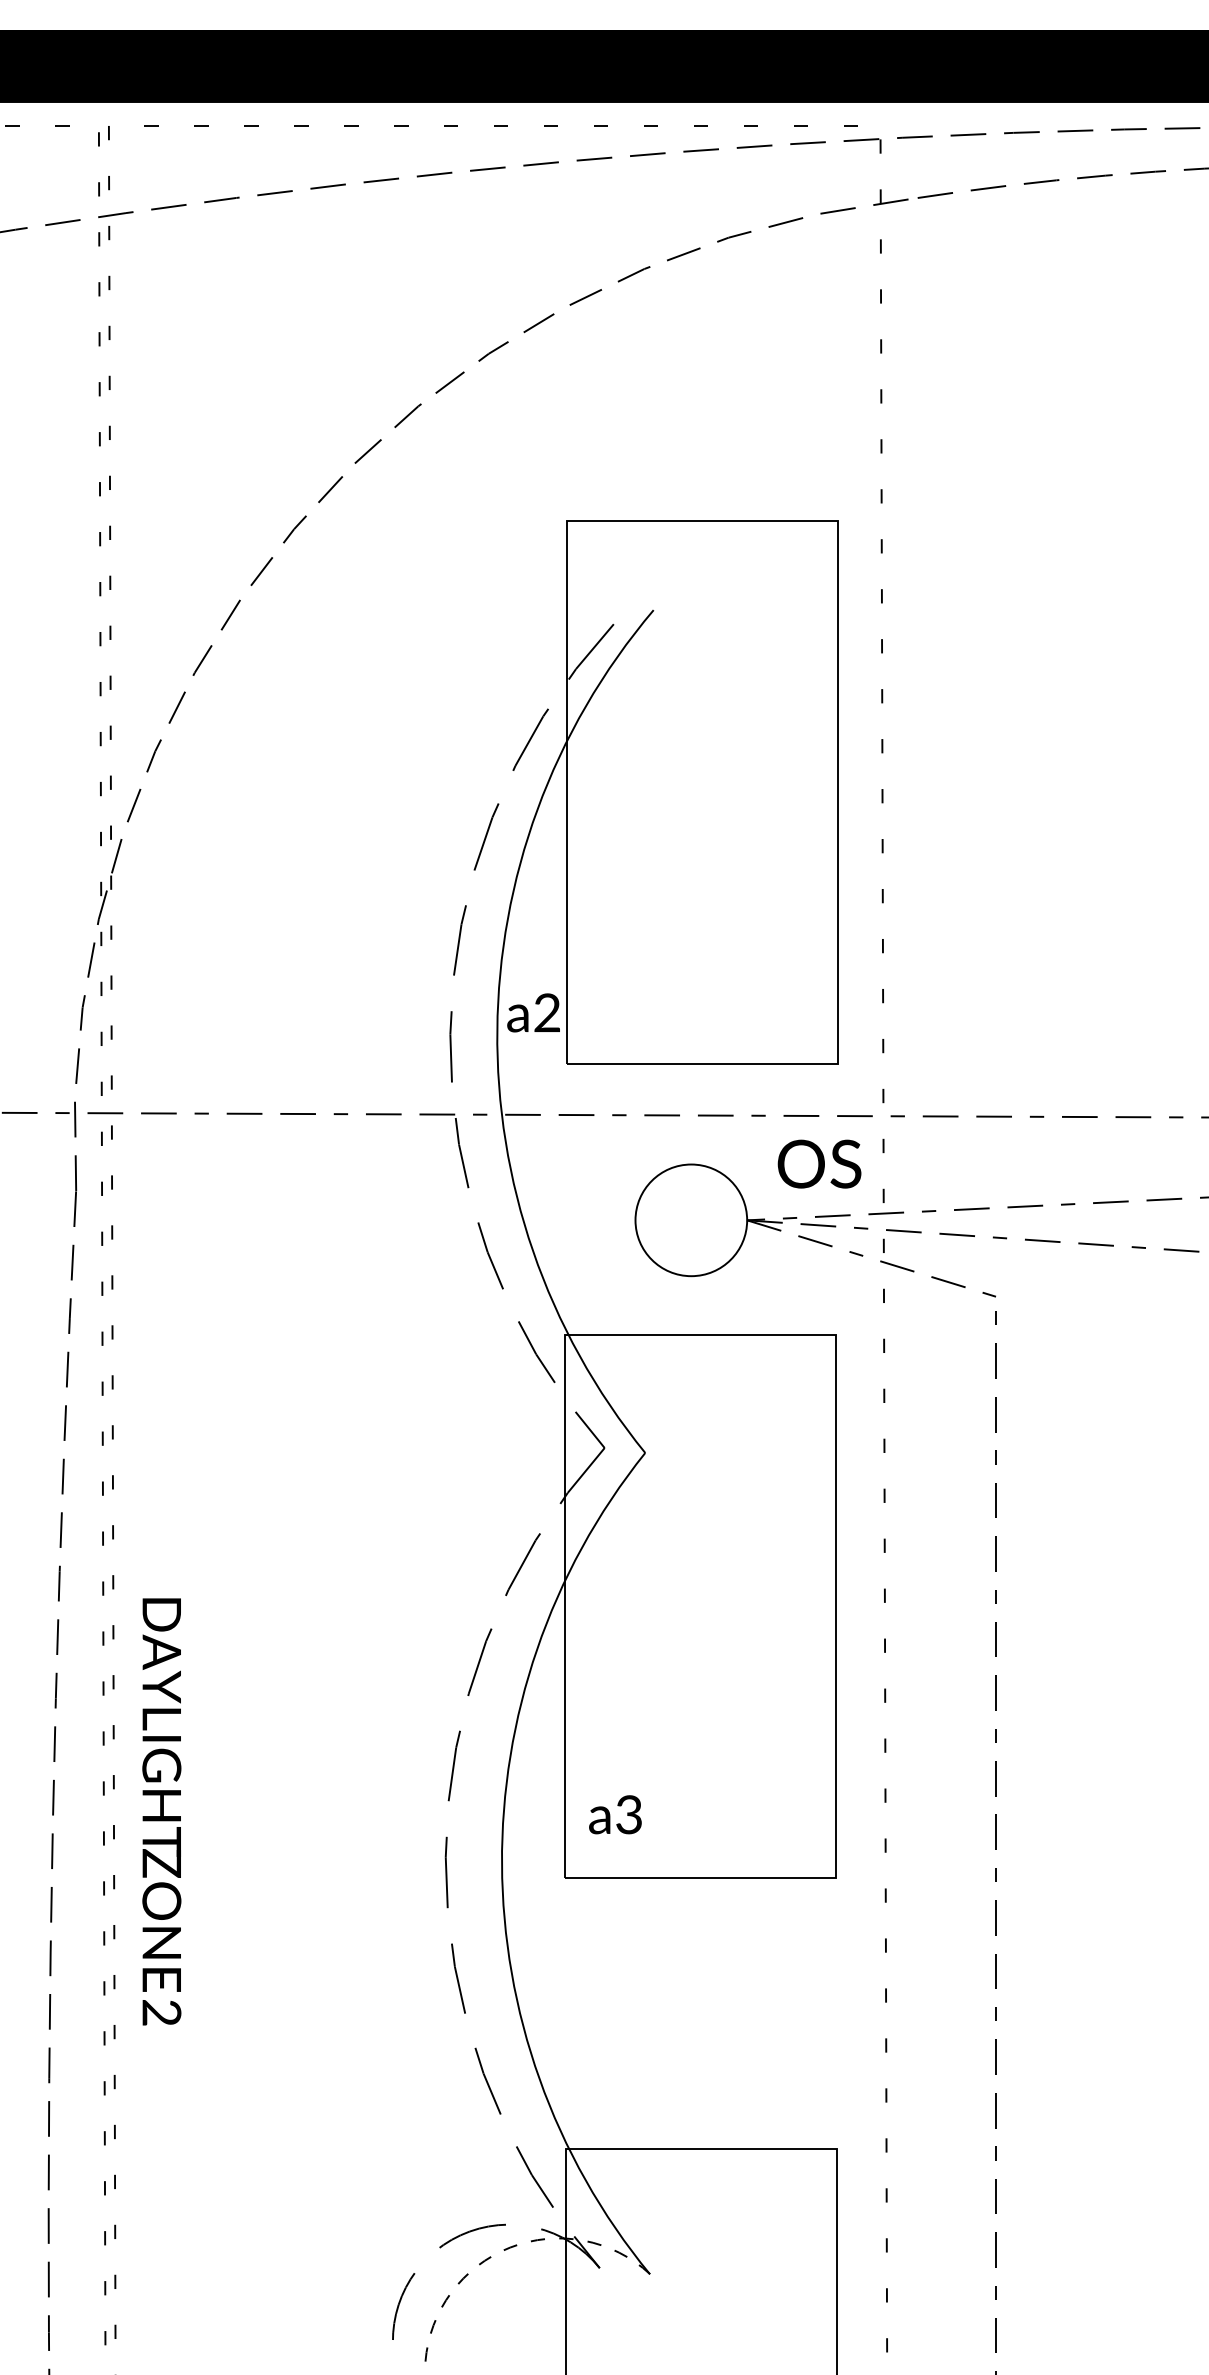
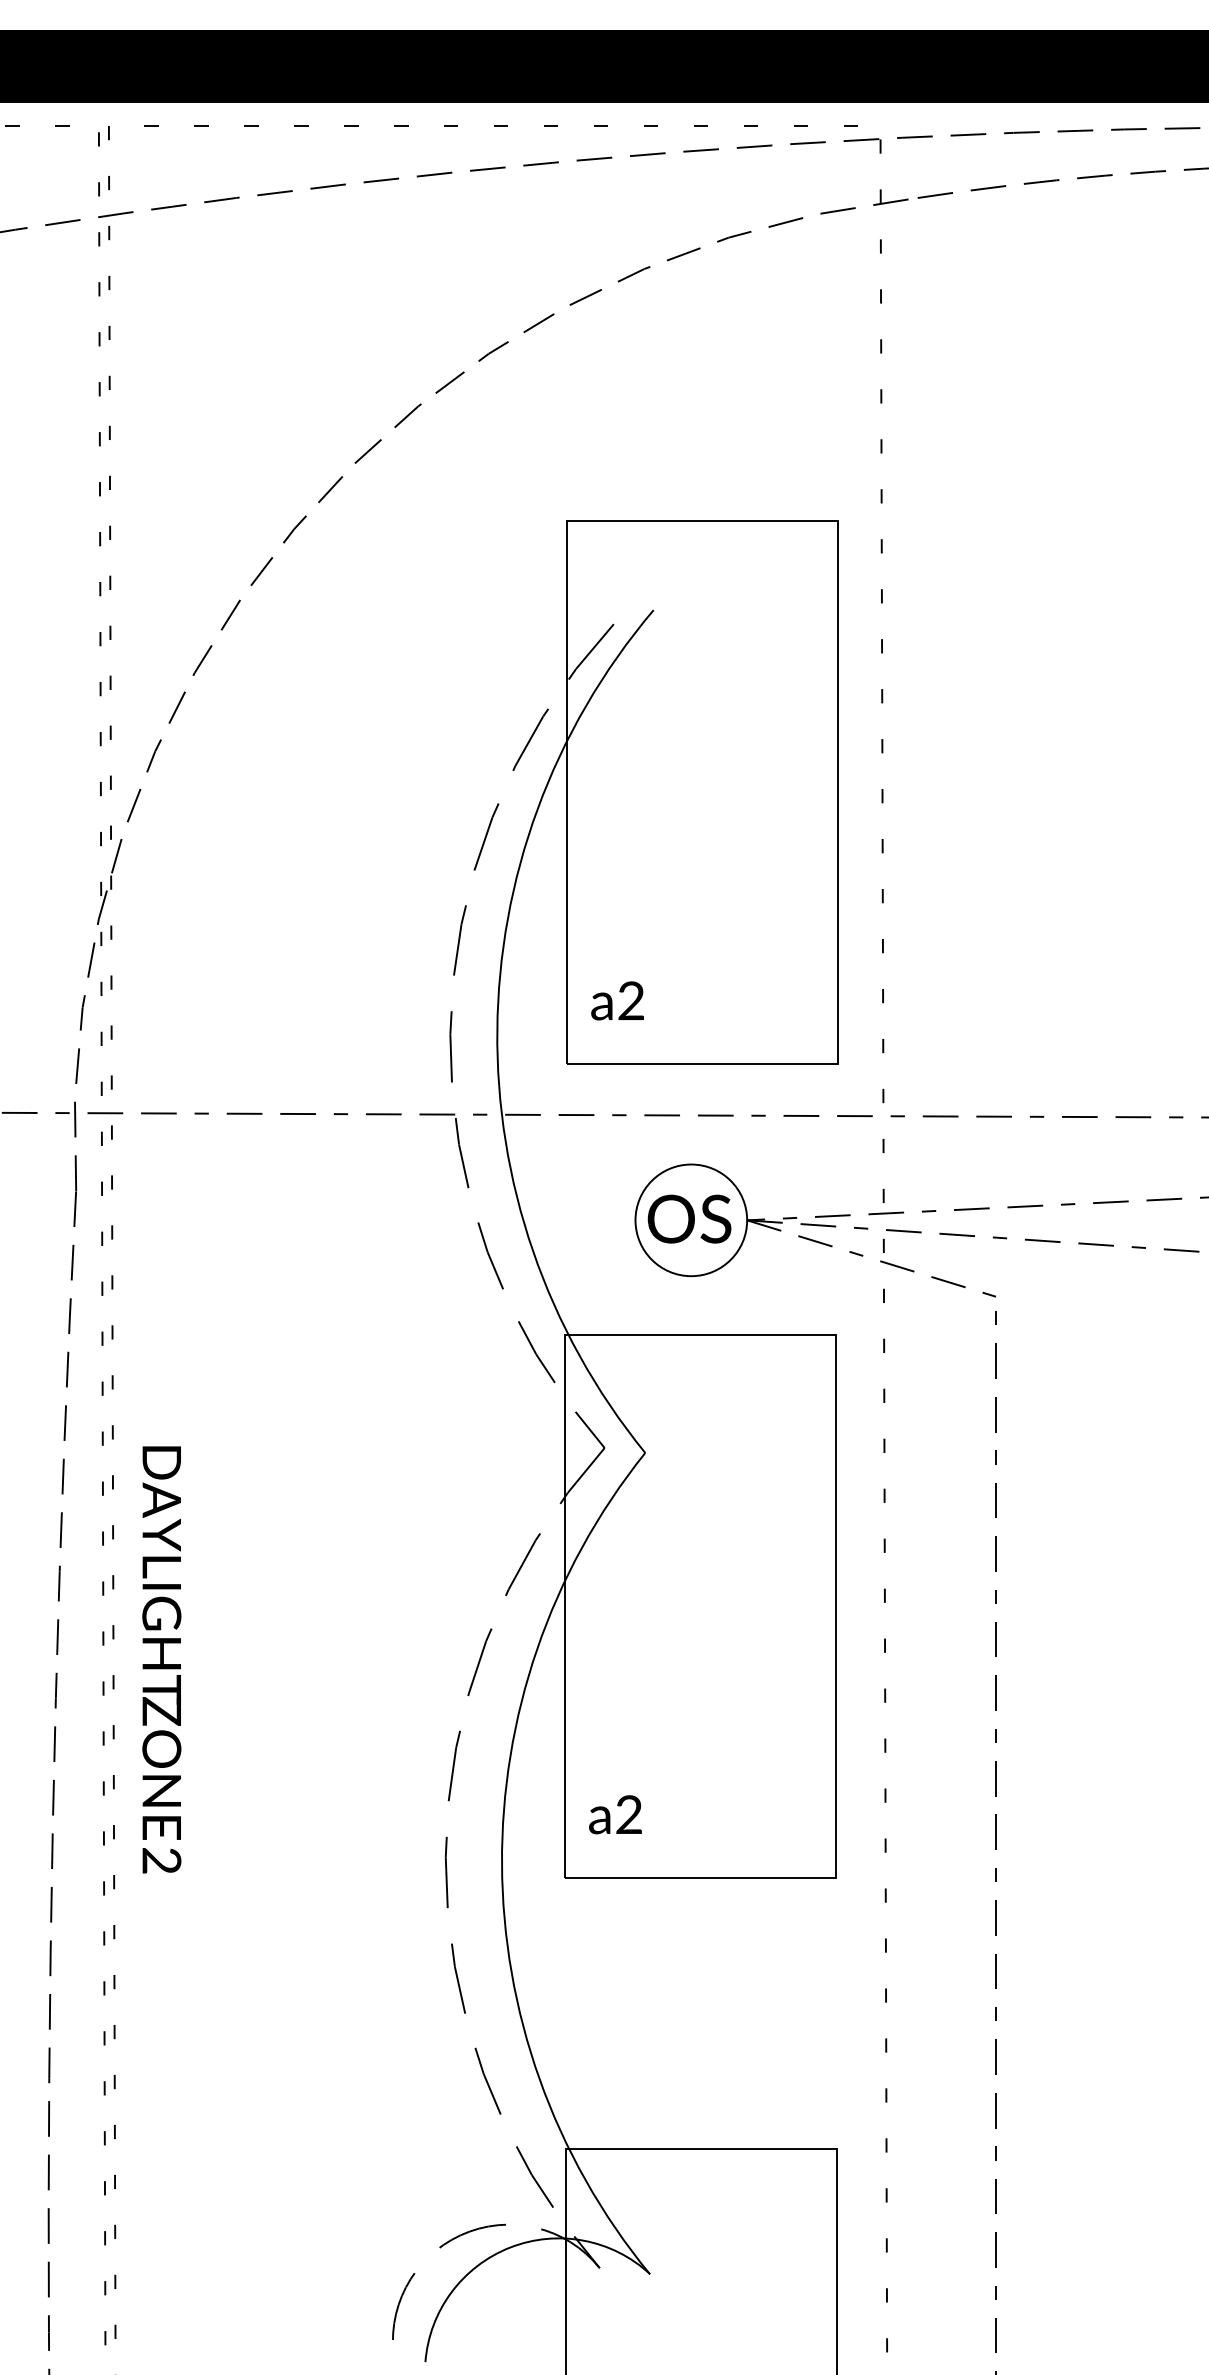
text at (533, 1012) position: (533, 1012) -> (617, 1000)
text at (819, 1163) position: (819, 1163) -> (689, 1218)
text at (161, 1811) position: (161, 1811) -> (161, 1659)
text at (628, 1815): a3 -> a2
arc at (510, 2247): dashed -> solid
